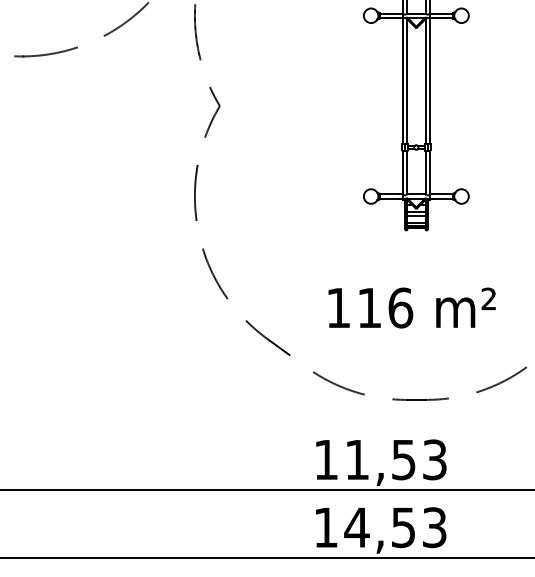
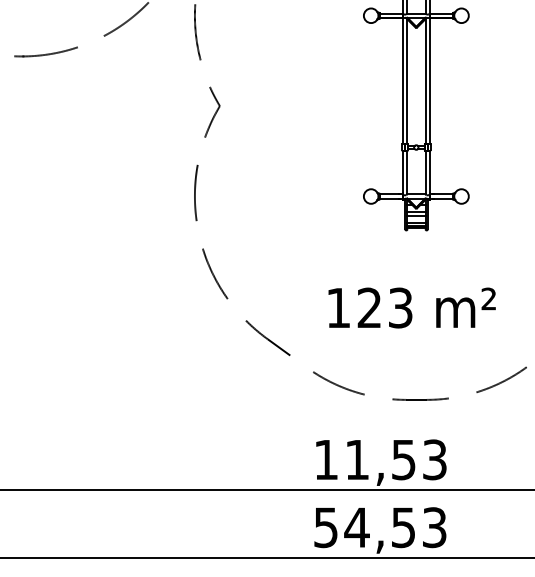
text at (385, 307): 116 -> 123
text at (325, 527): 14,53 -> 54,53
